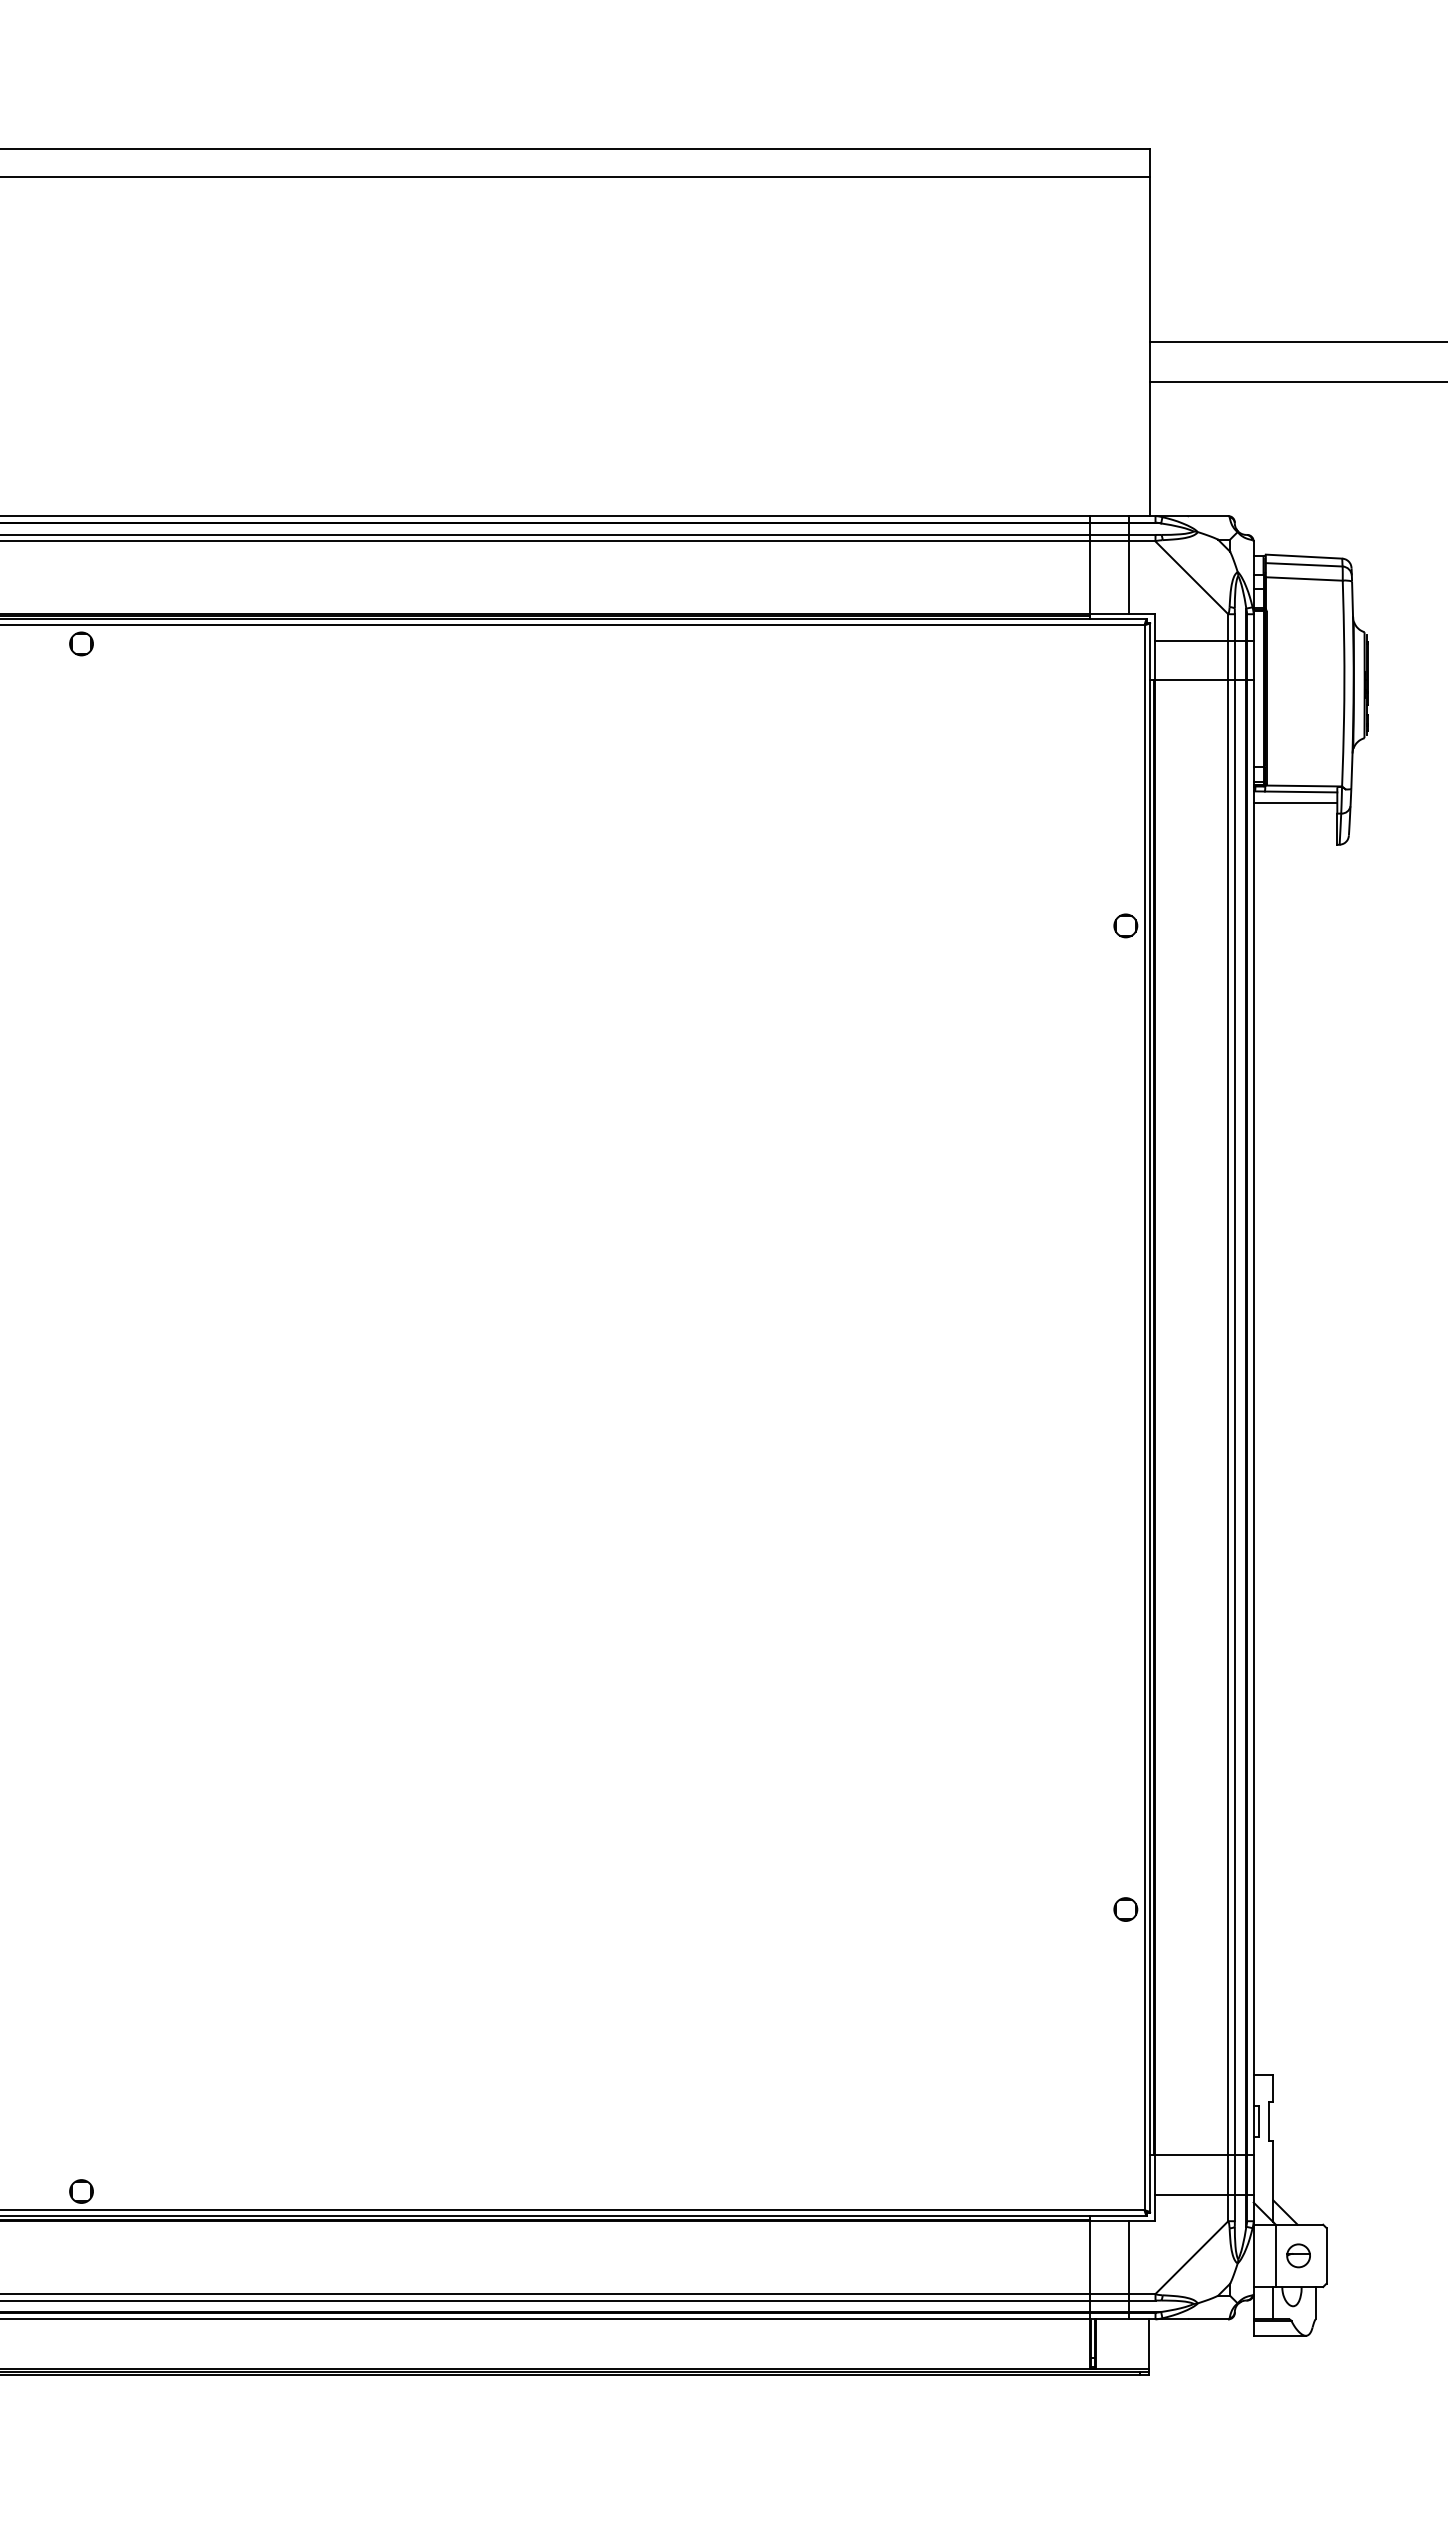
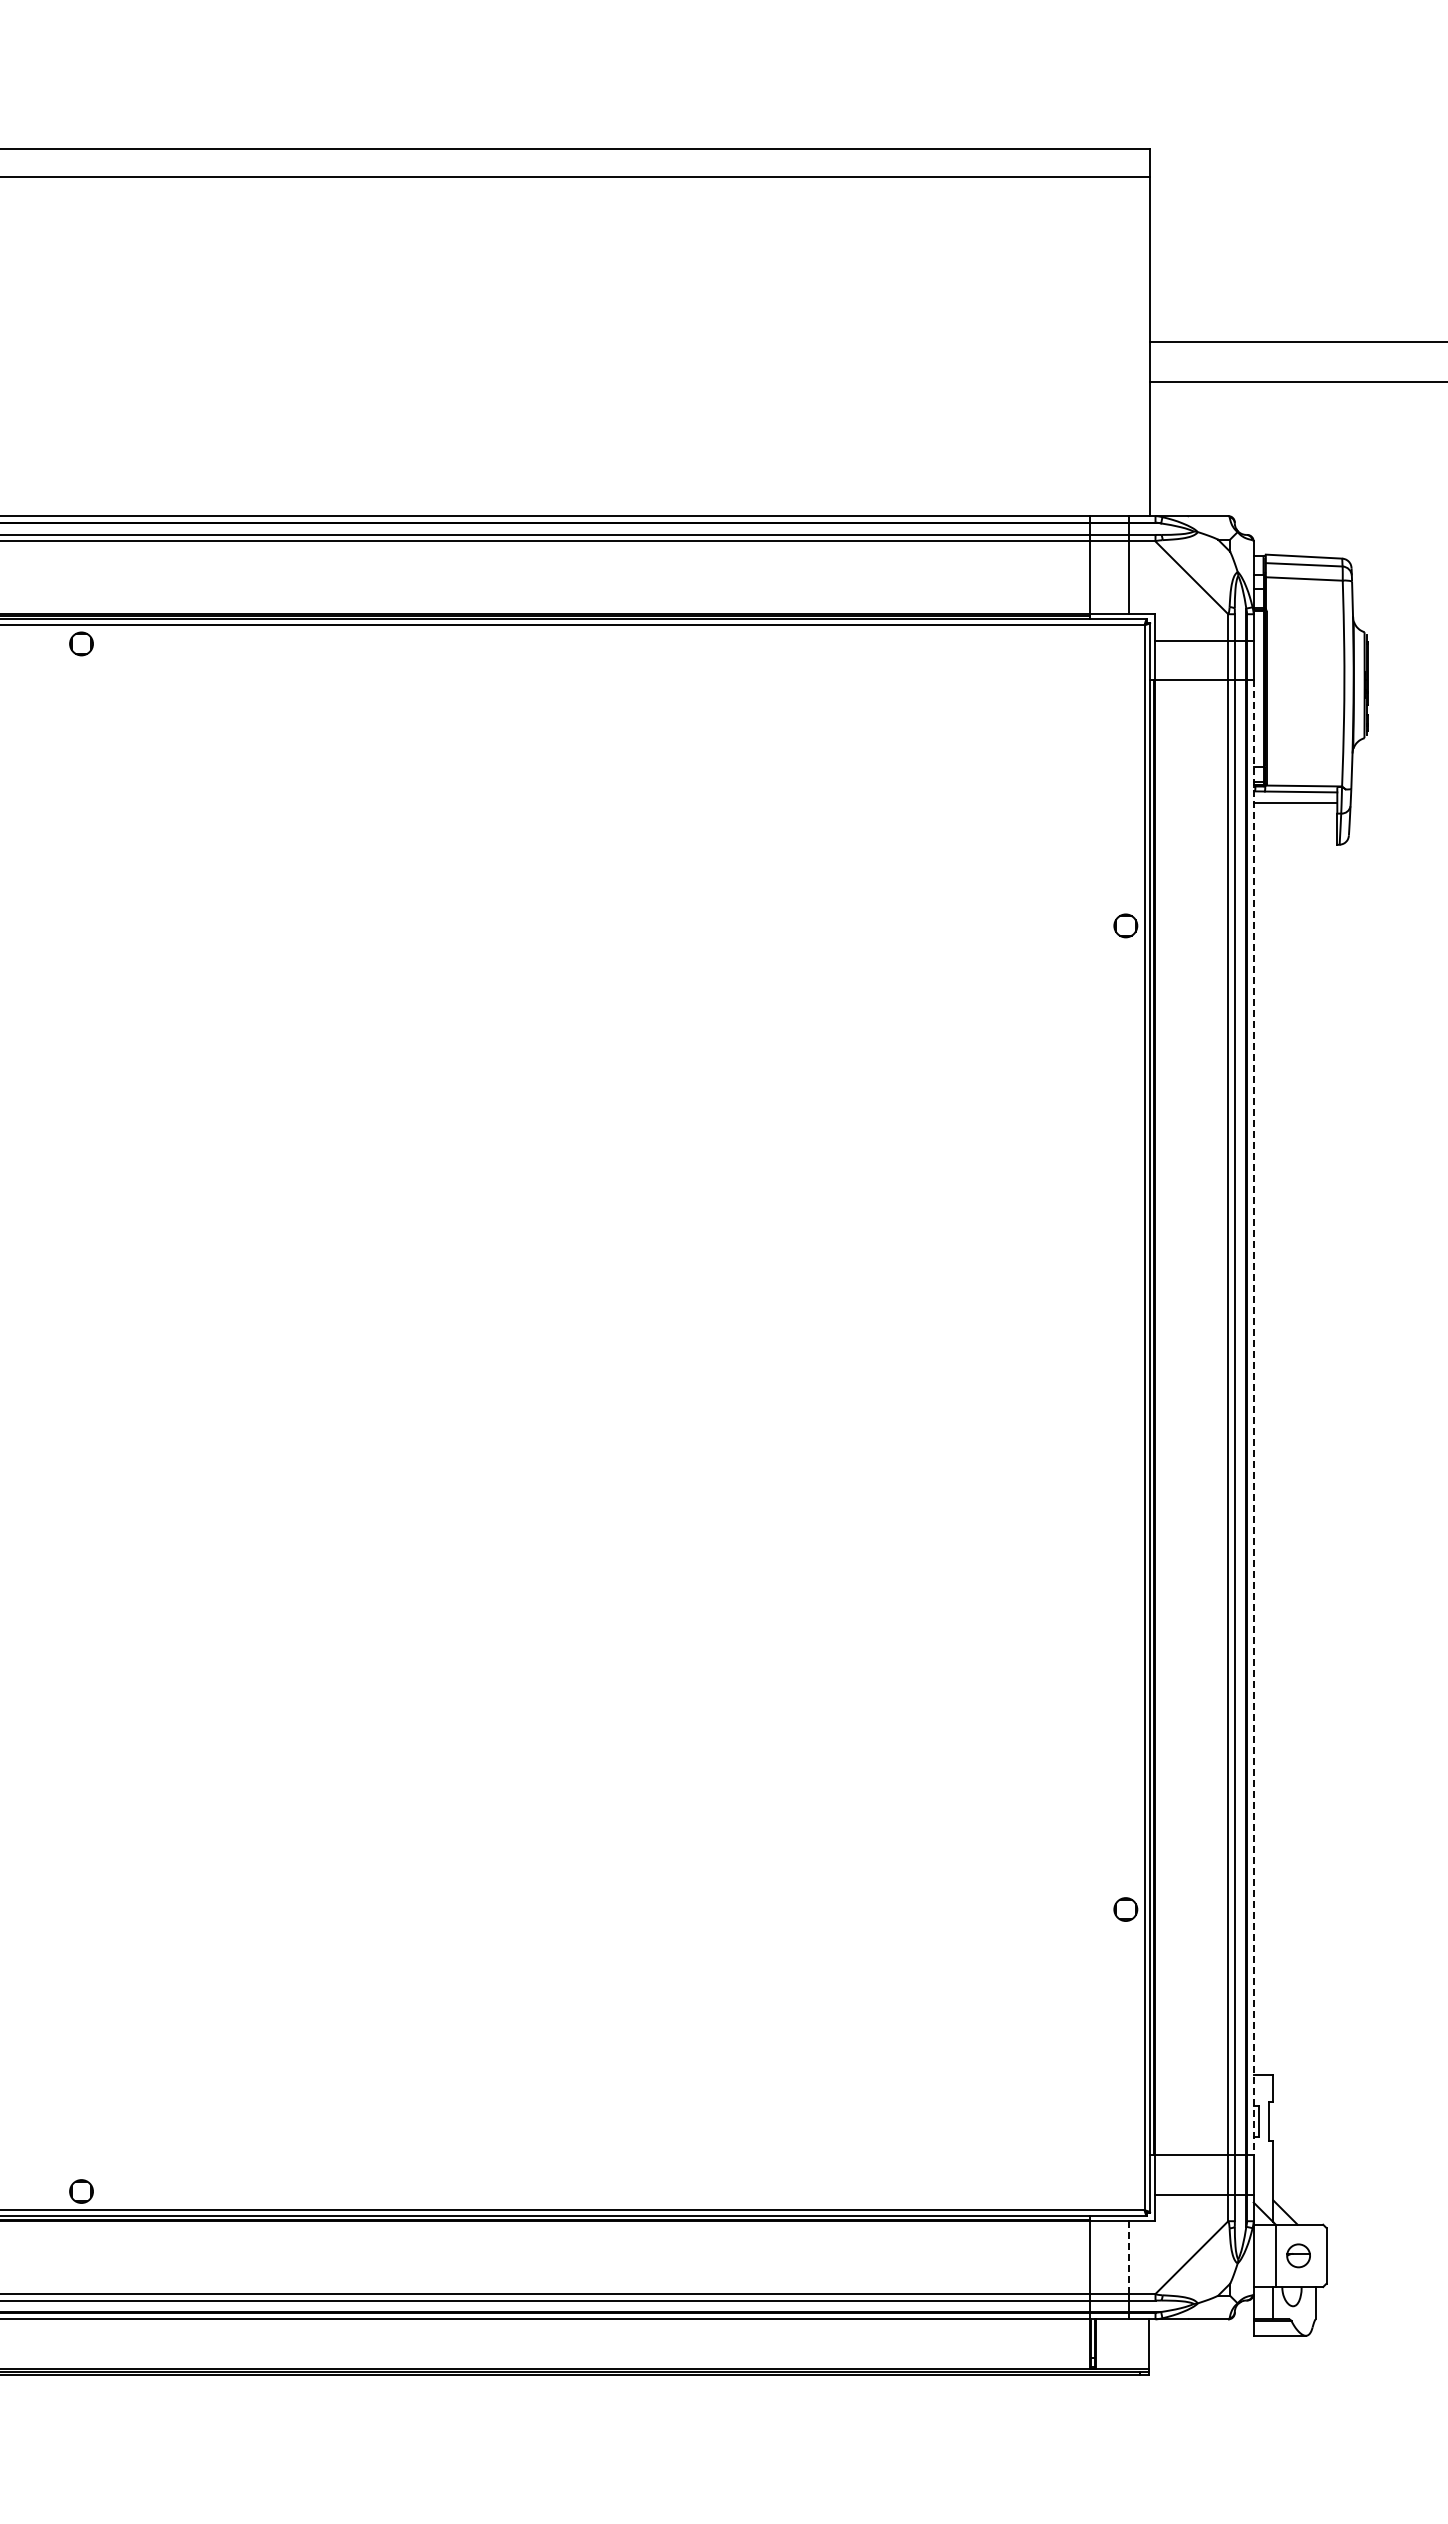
line at (1253, 1417): solid -> dashed
line at (1129, 2257): solid -> dashed
